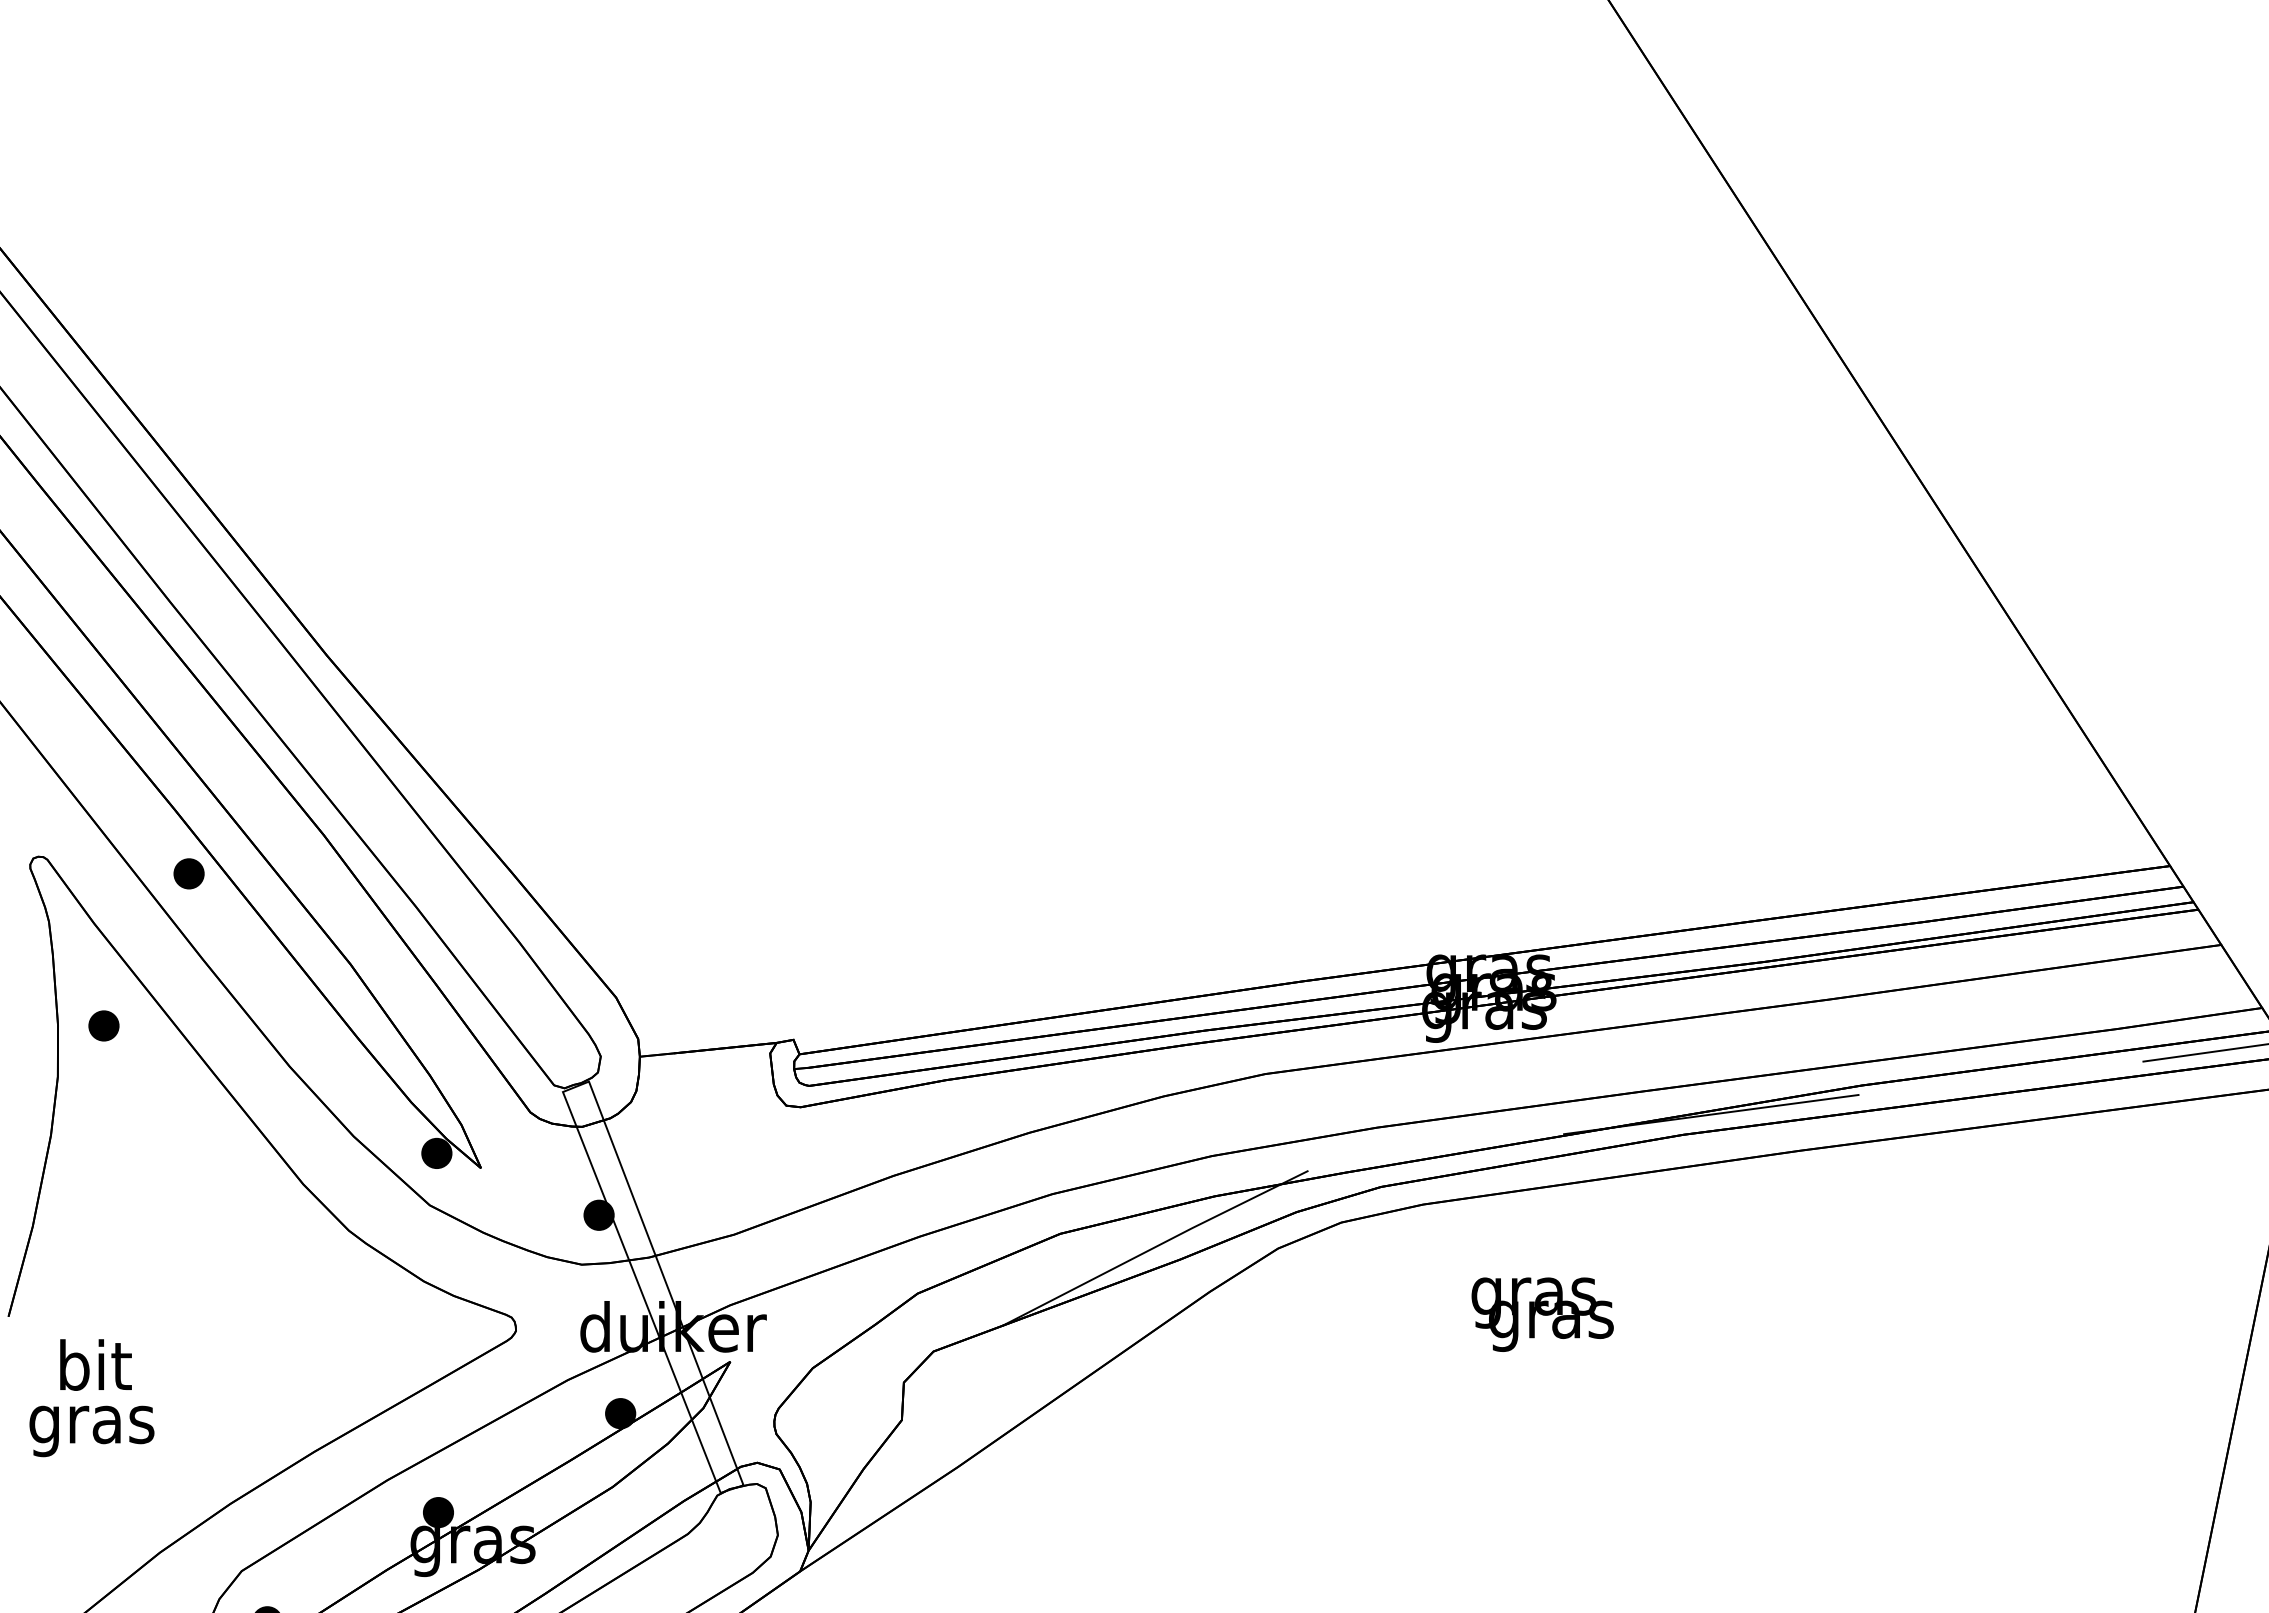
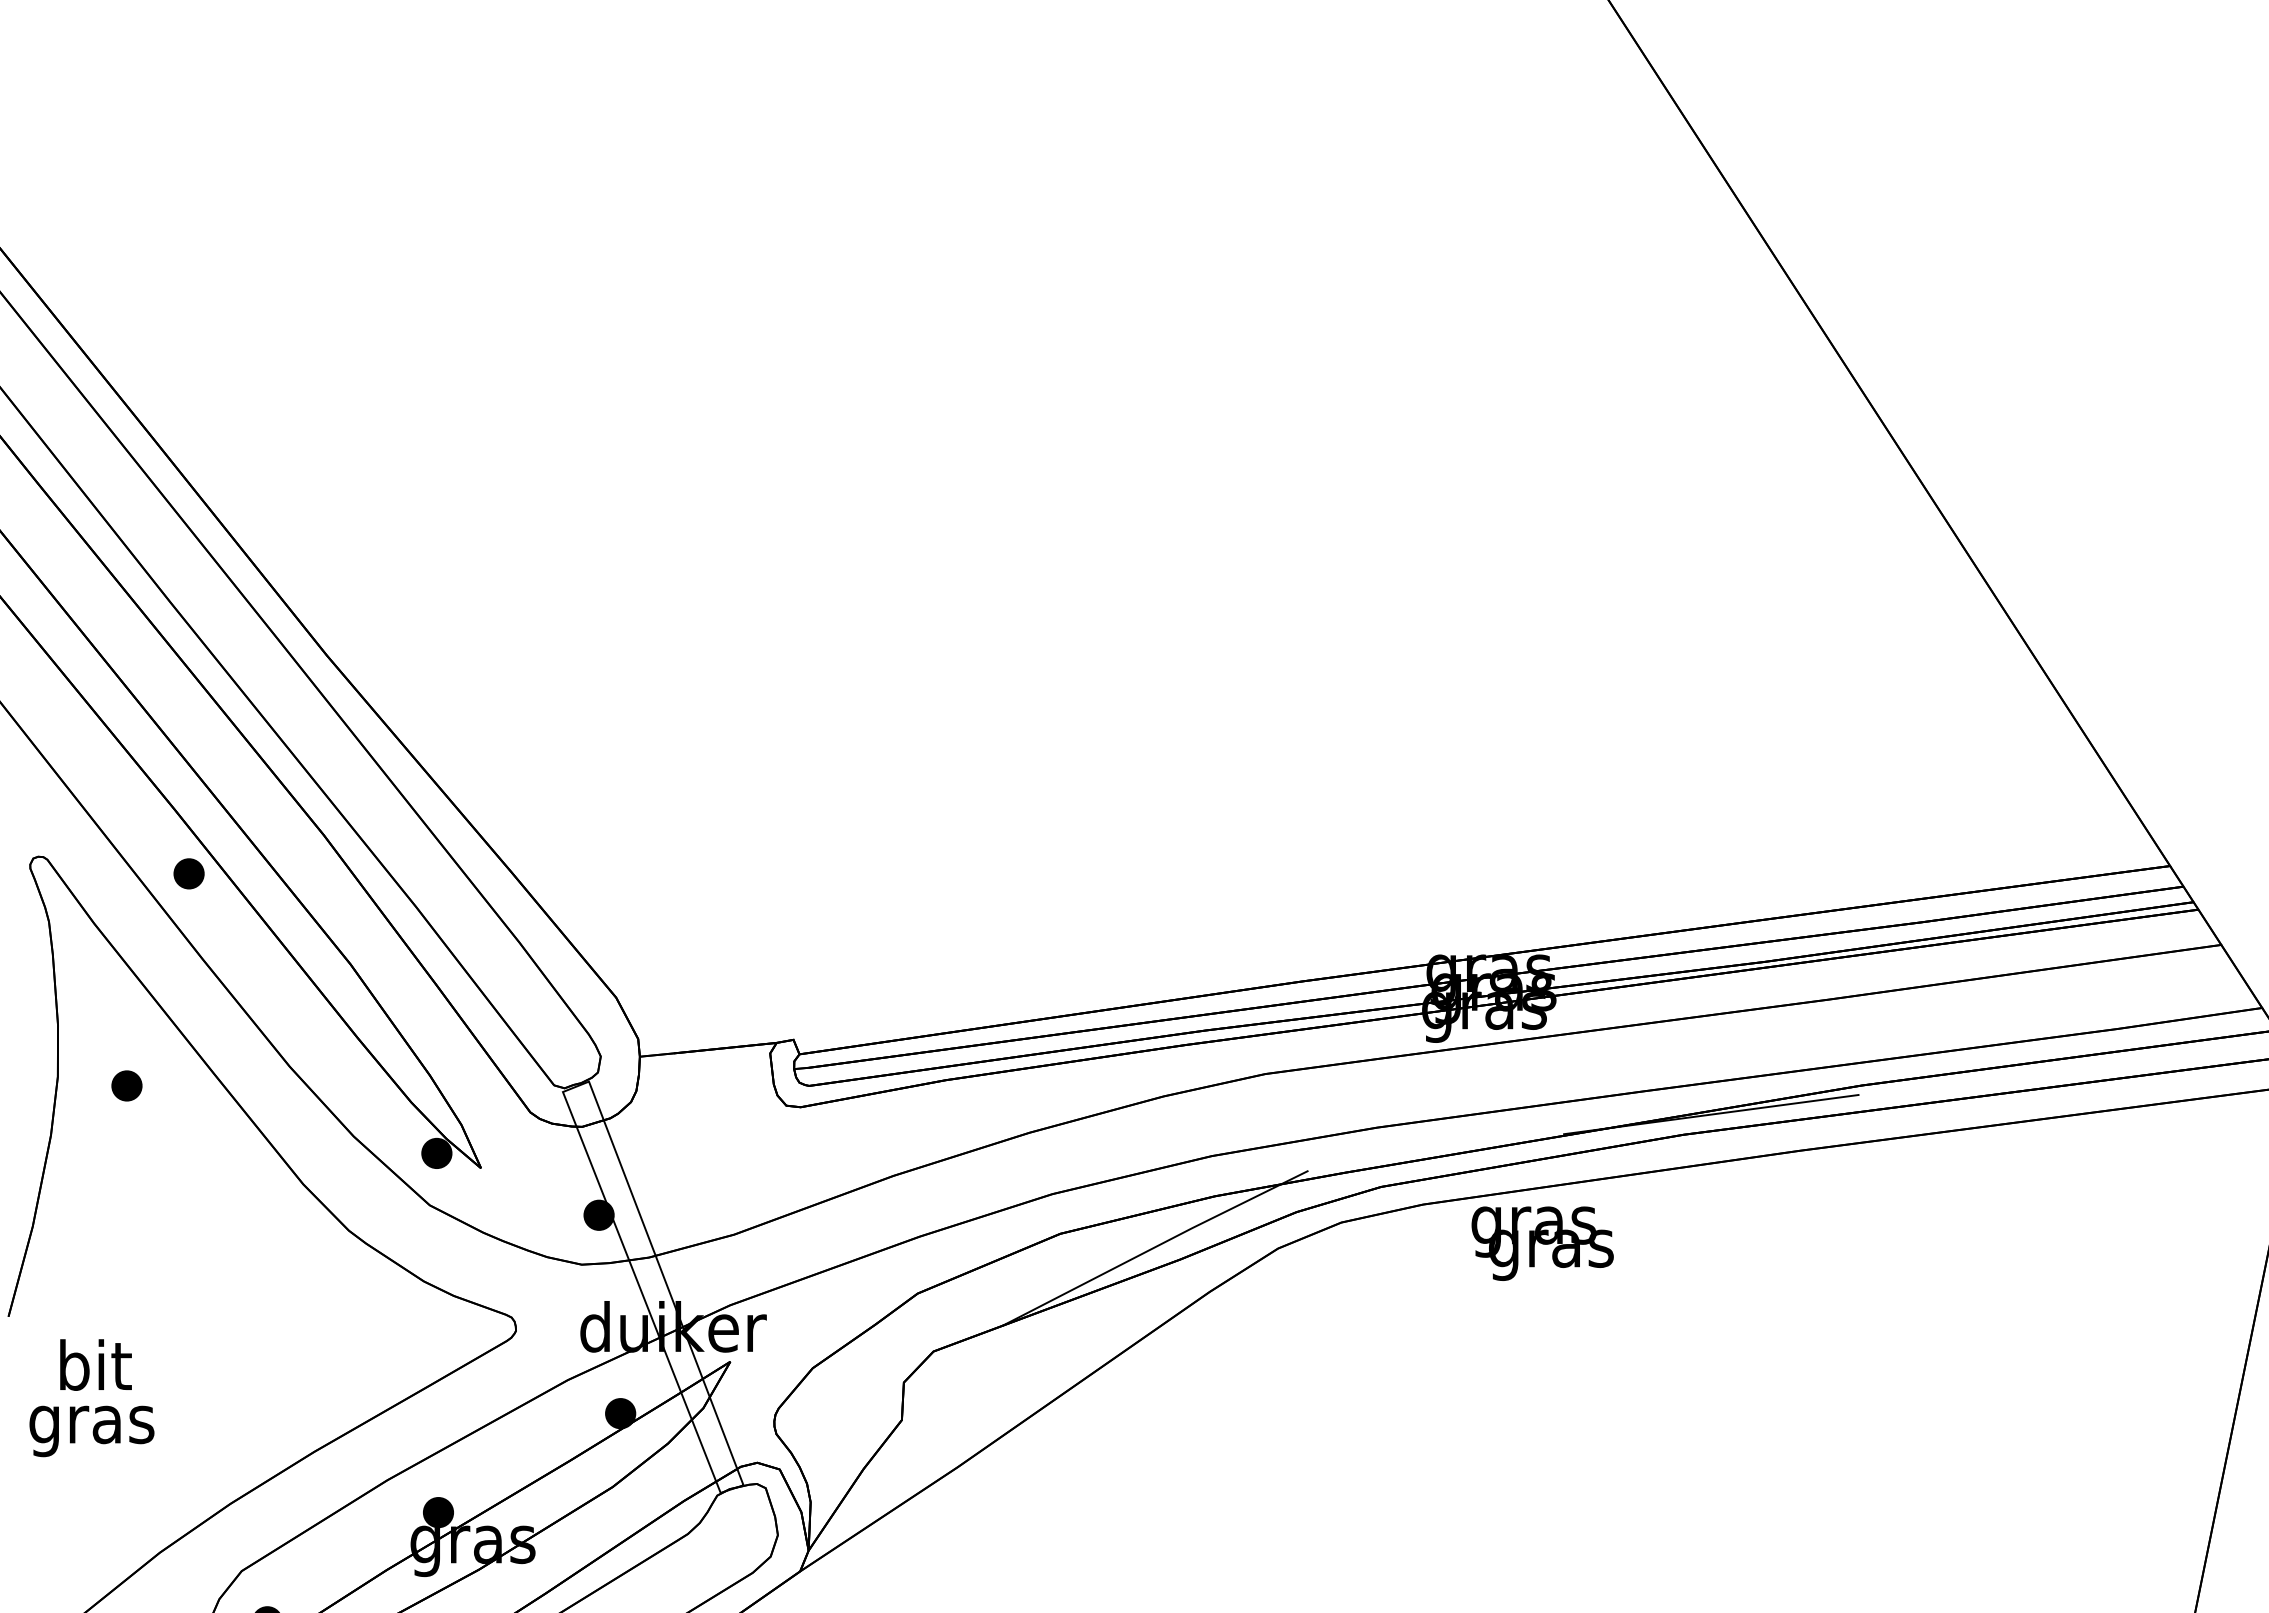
part at (103, 1025) position: (103, 1025) -> (126, 1085)
line at (2204, 1052): present -> none
text at (1542, 1314) position: (1542, 1314) -> (1542, 1243)
